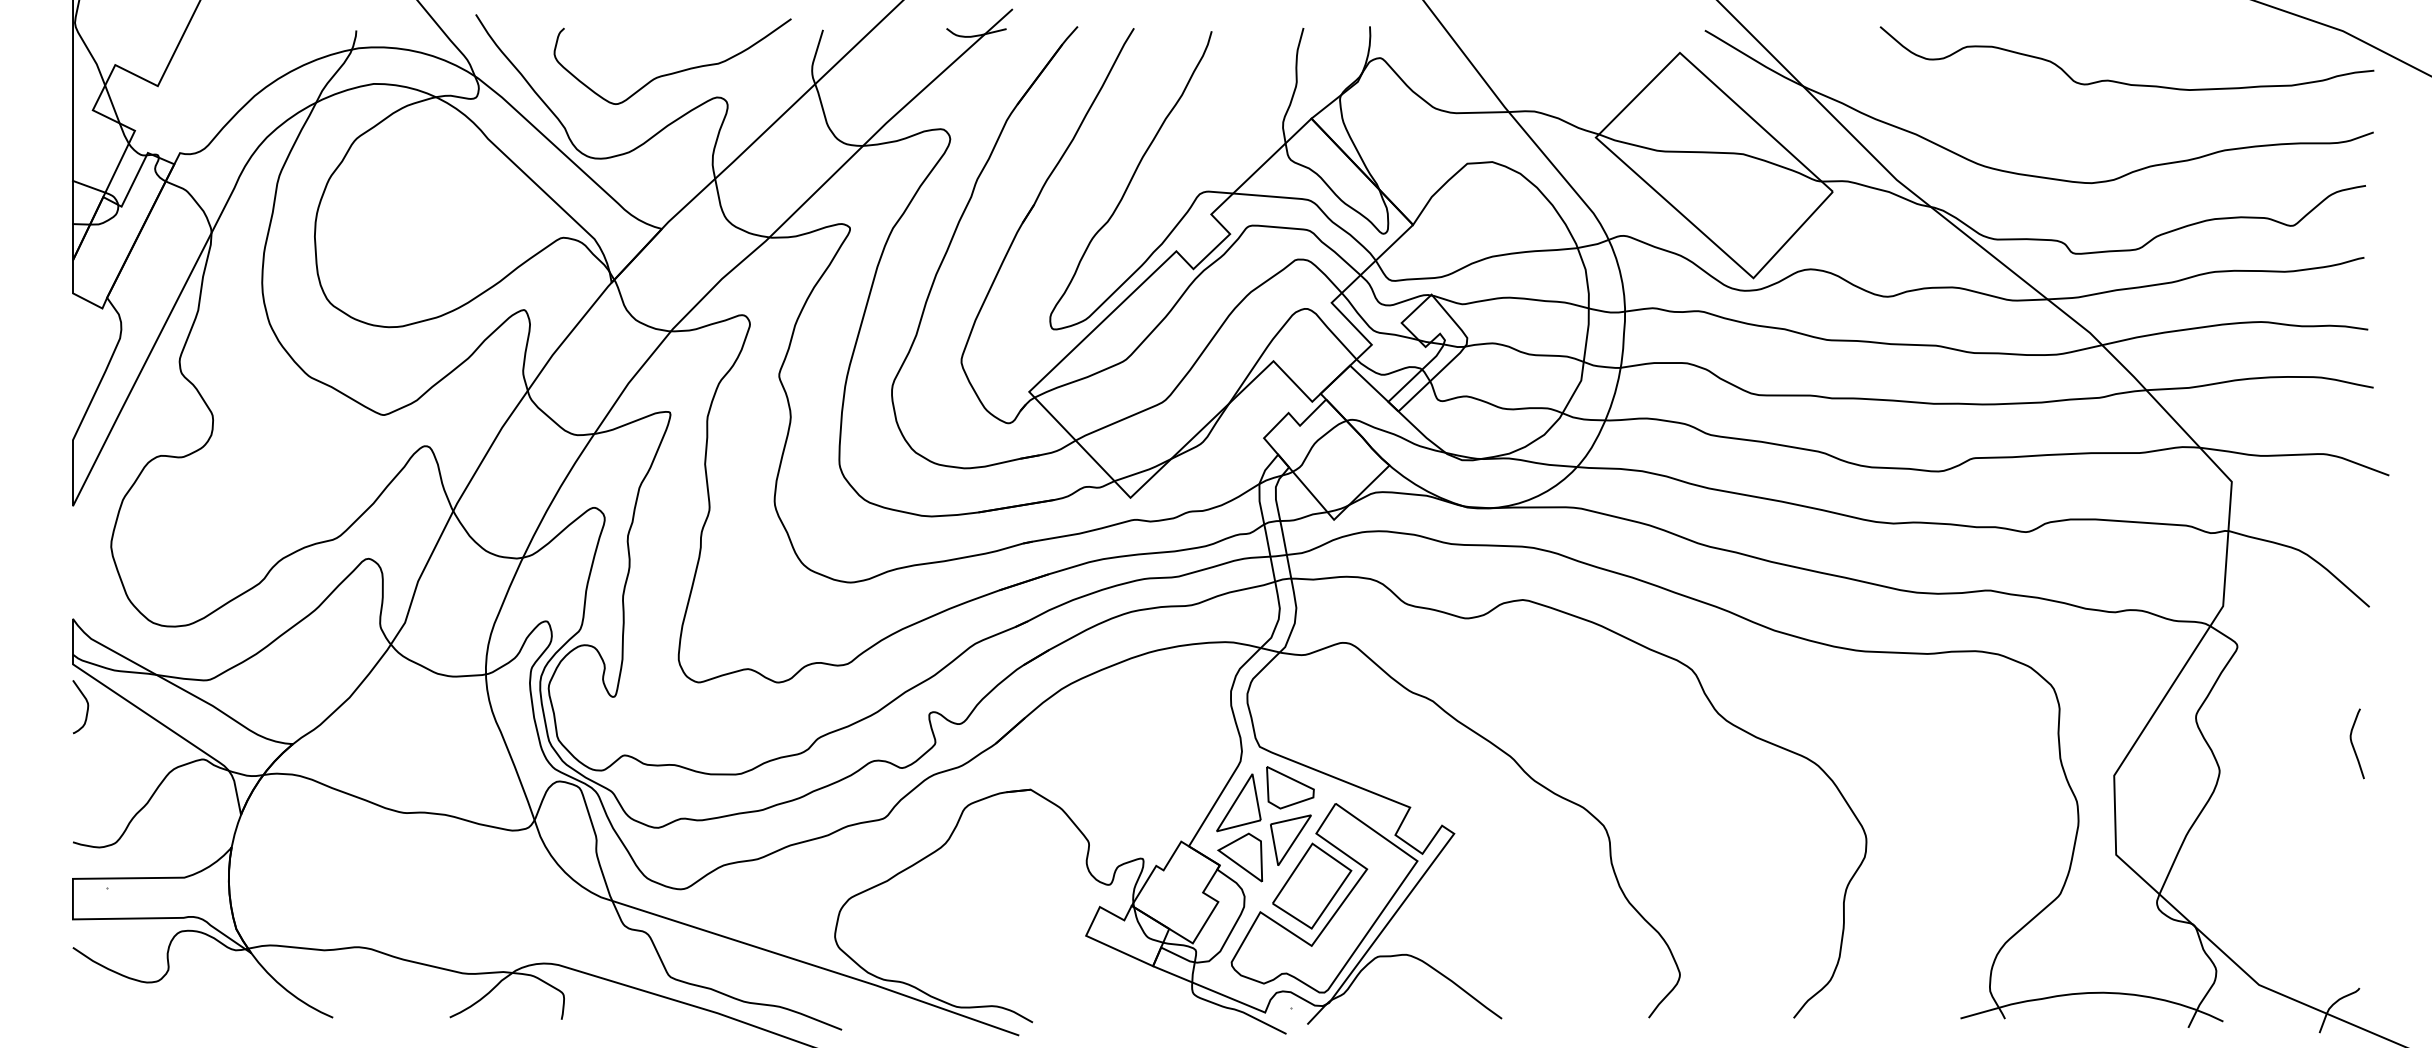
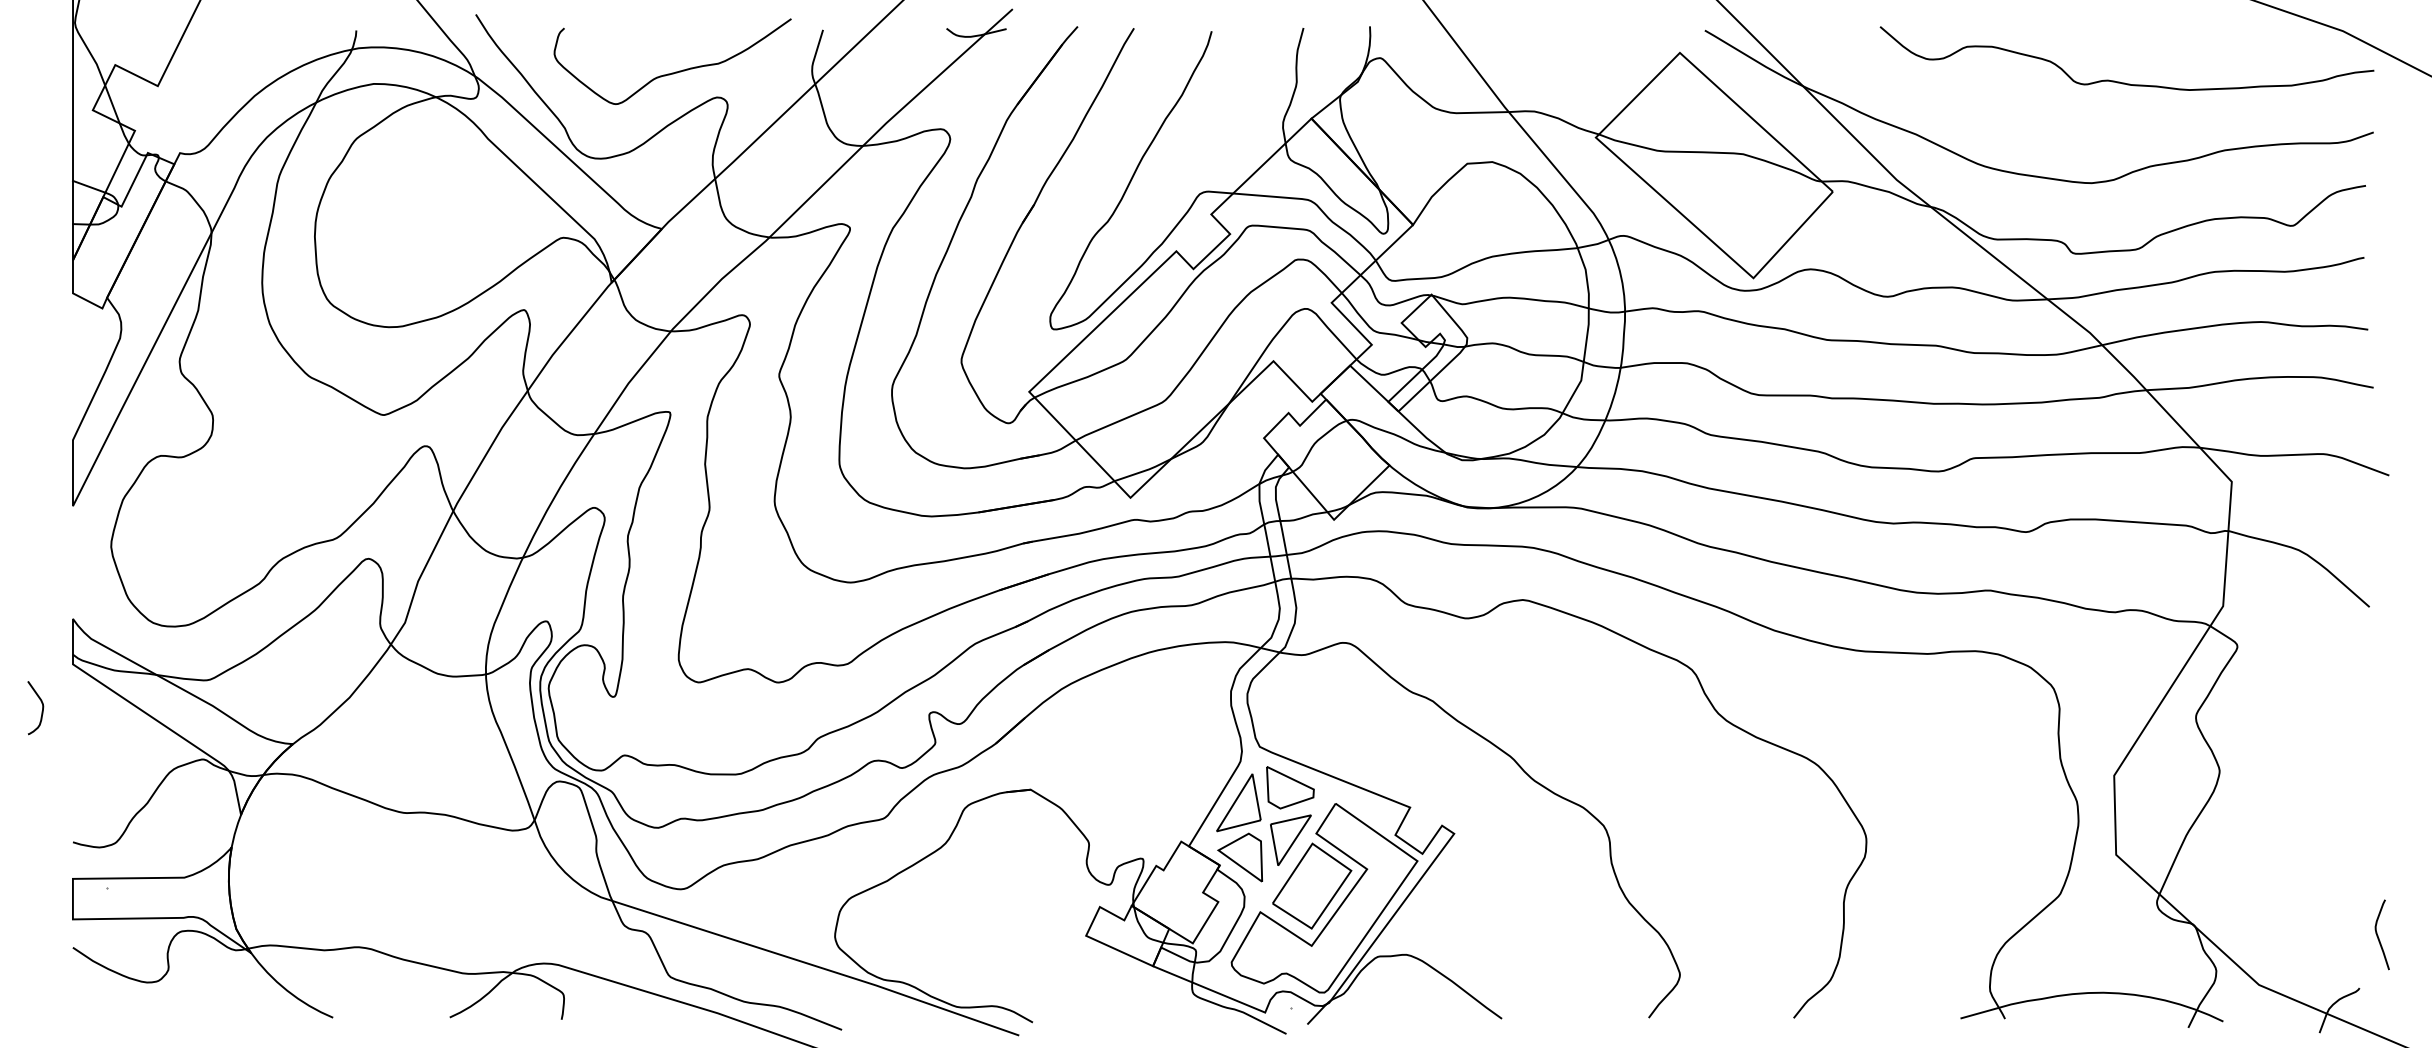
curve at (86, 710) position: (86, 710) -> (41, 711)
curve at (2353, 744) position: (2353, 744) -> (2378, 935)
